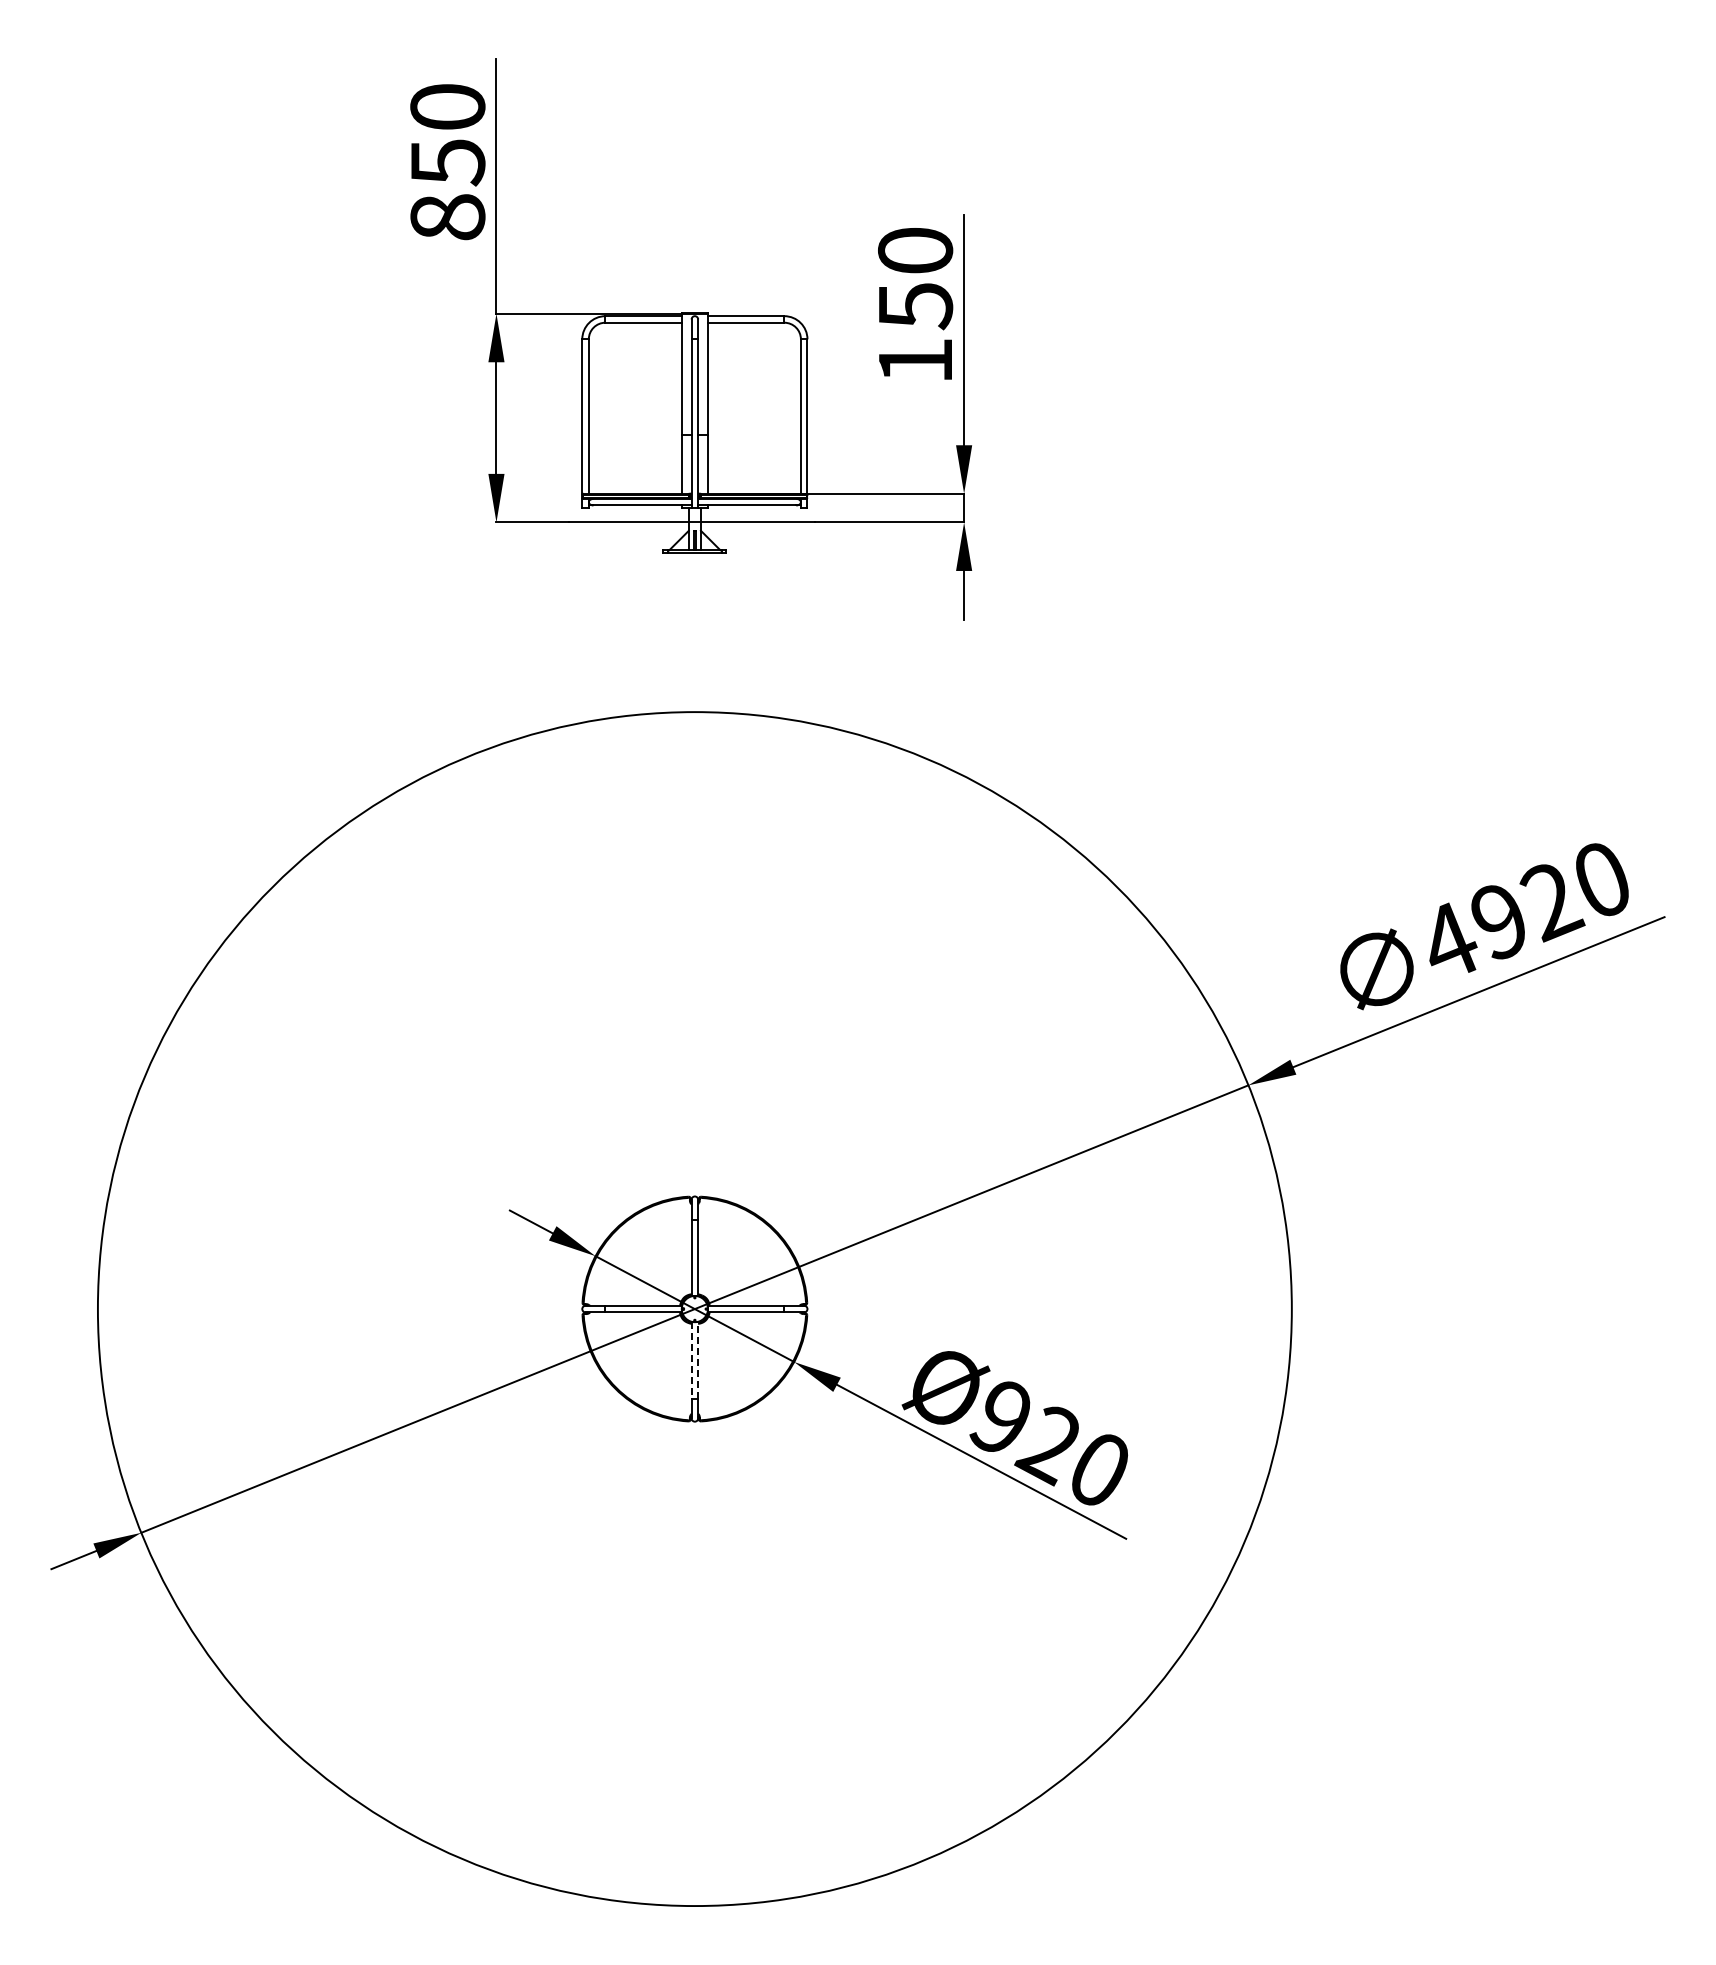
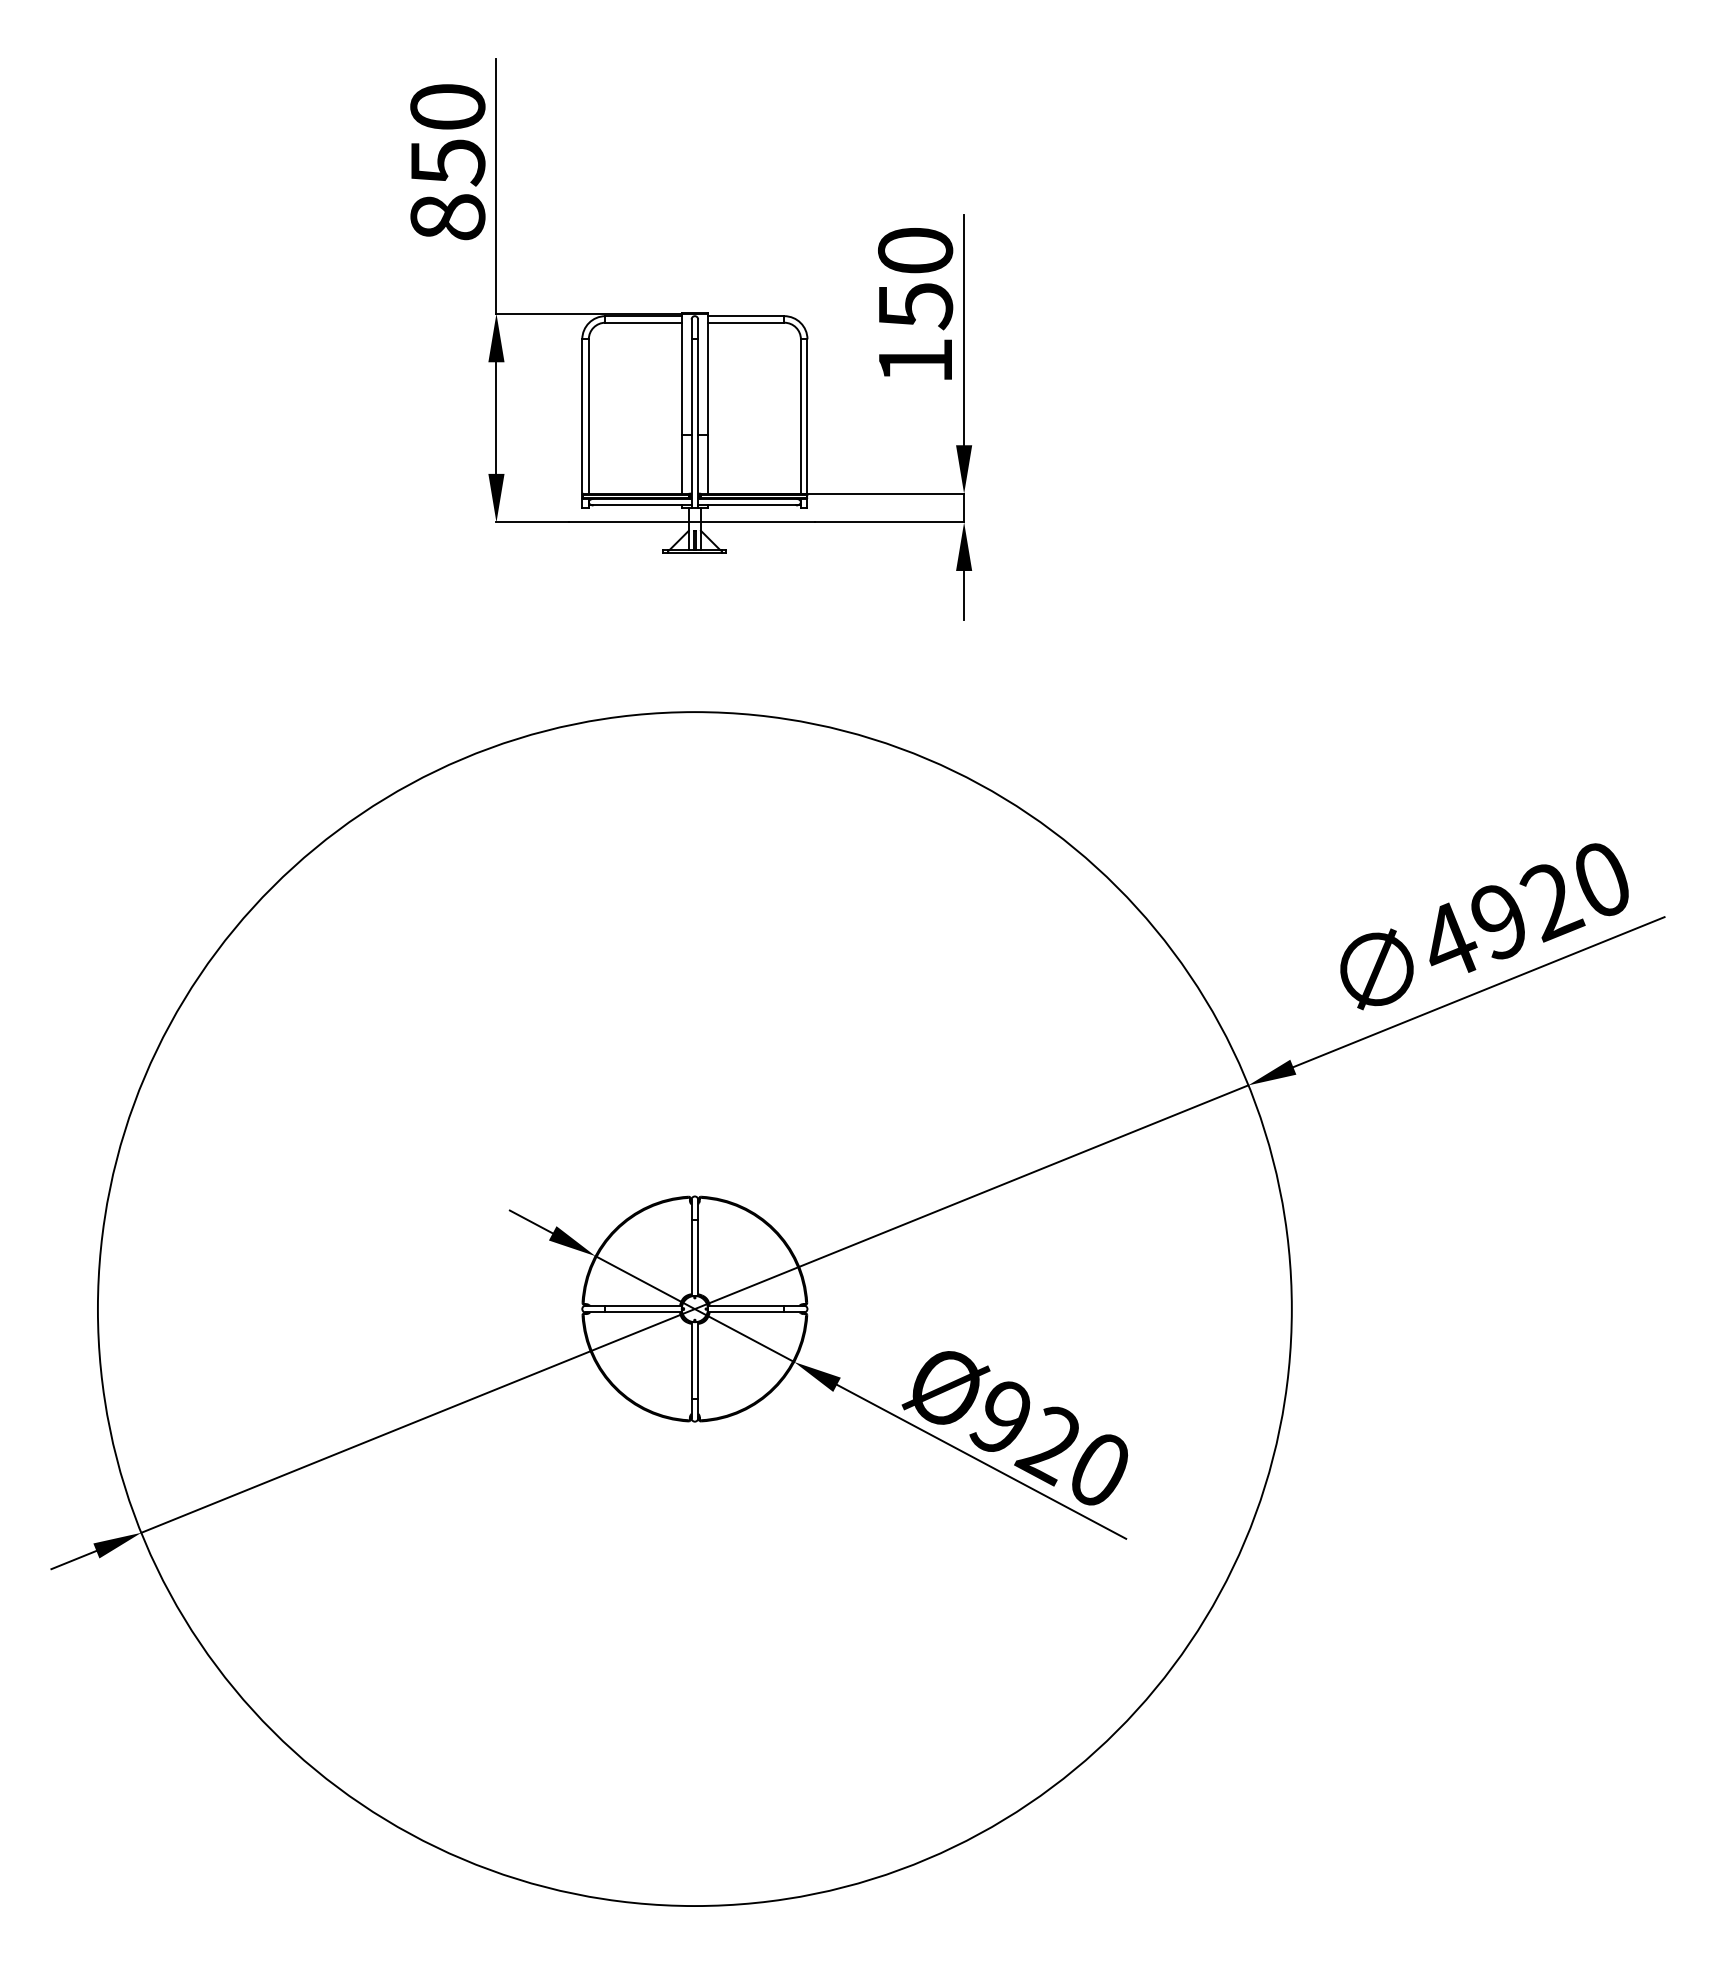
line at (698, 1359): dashed -> solid
line at (691, 1360): dashed -> solid
